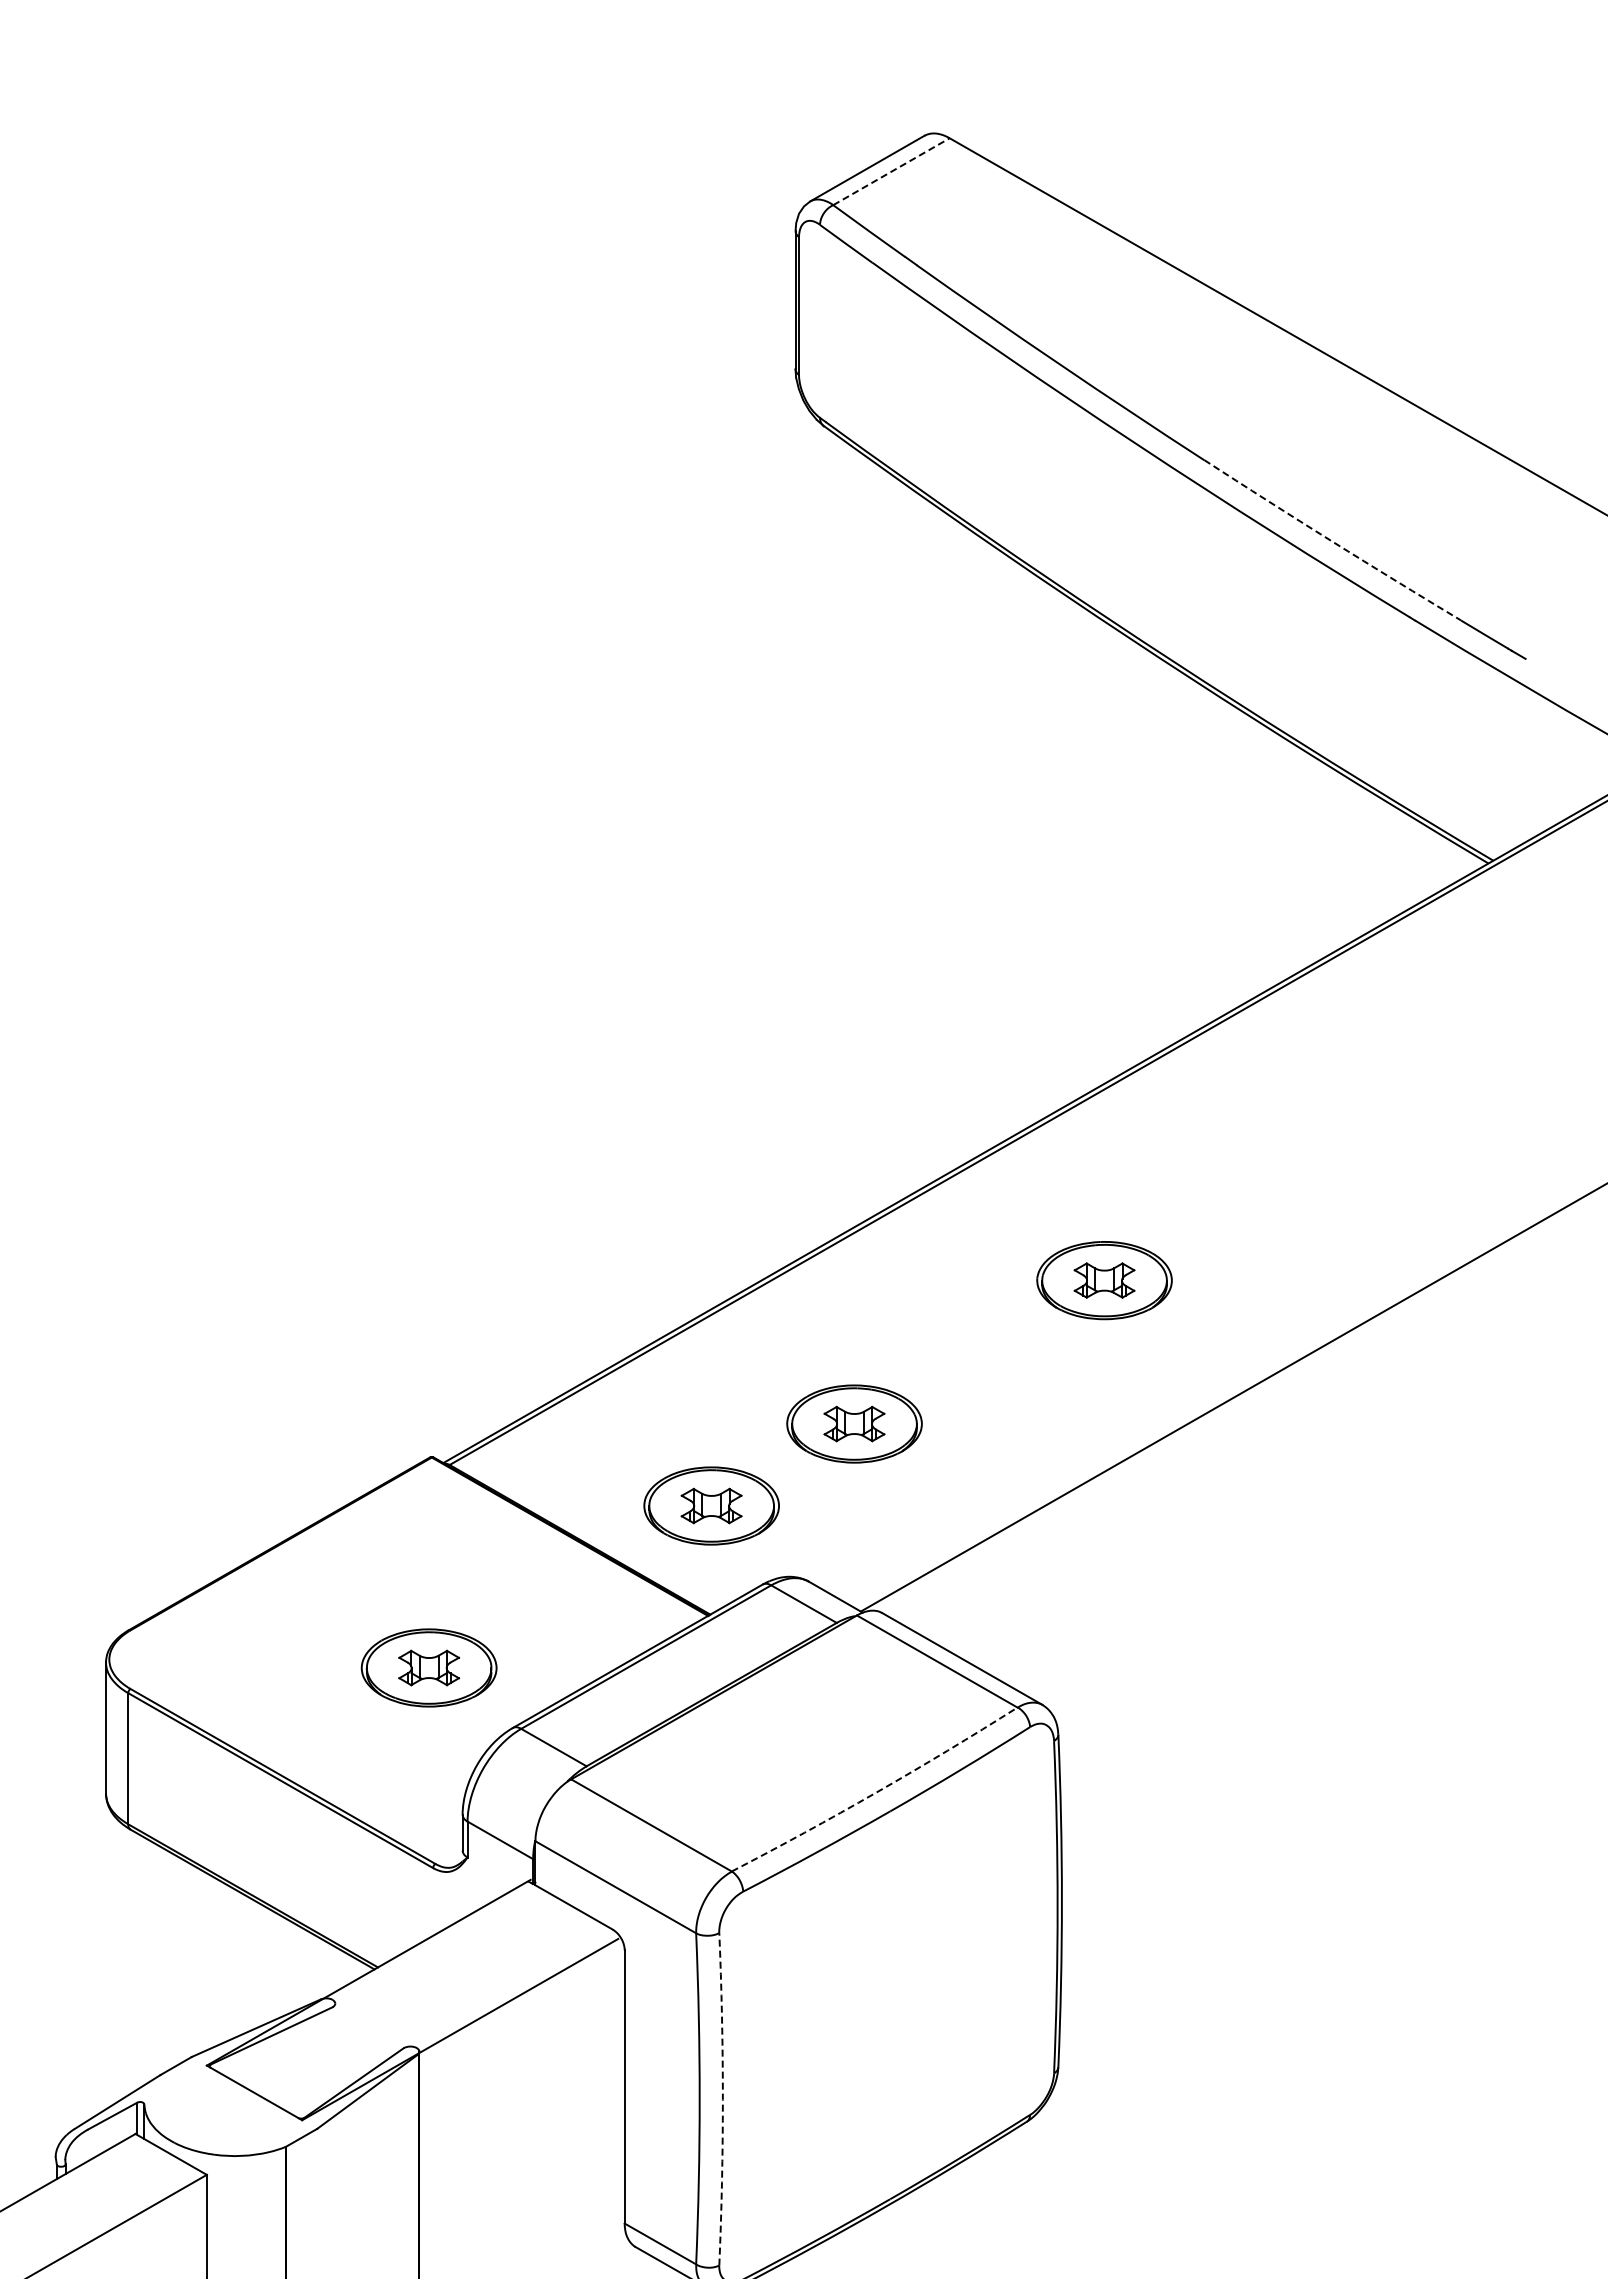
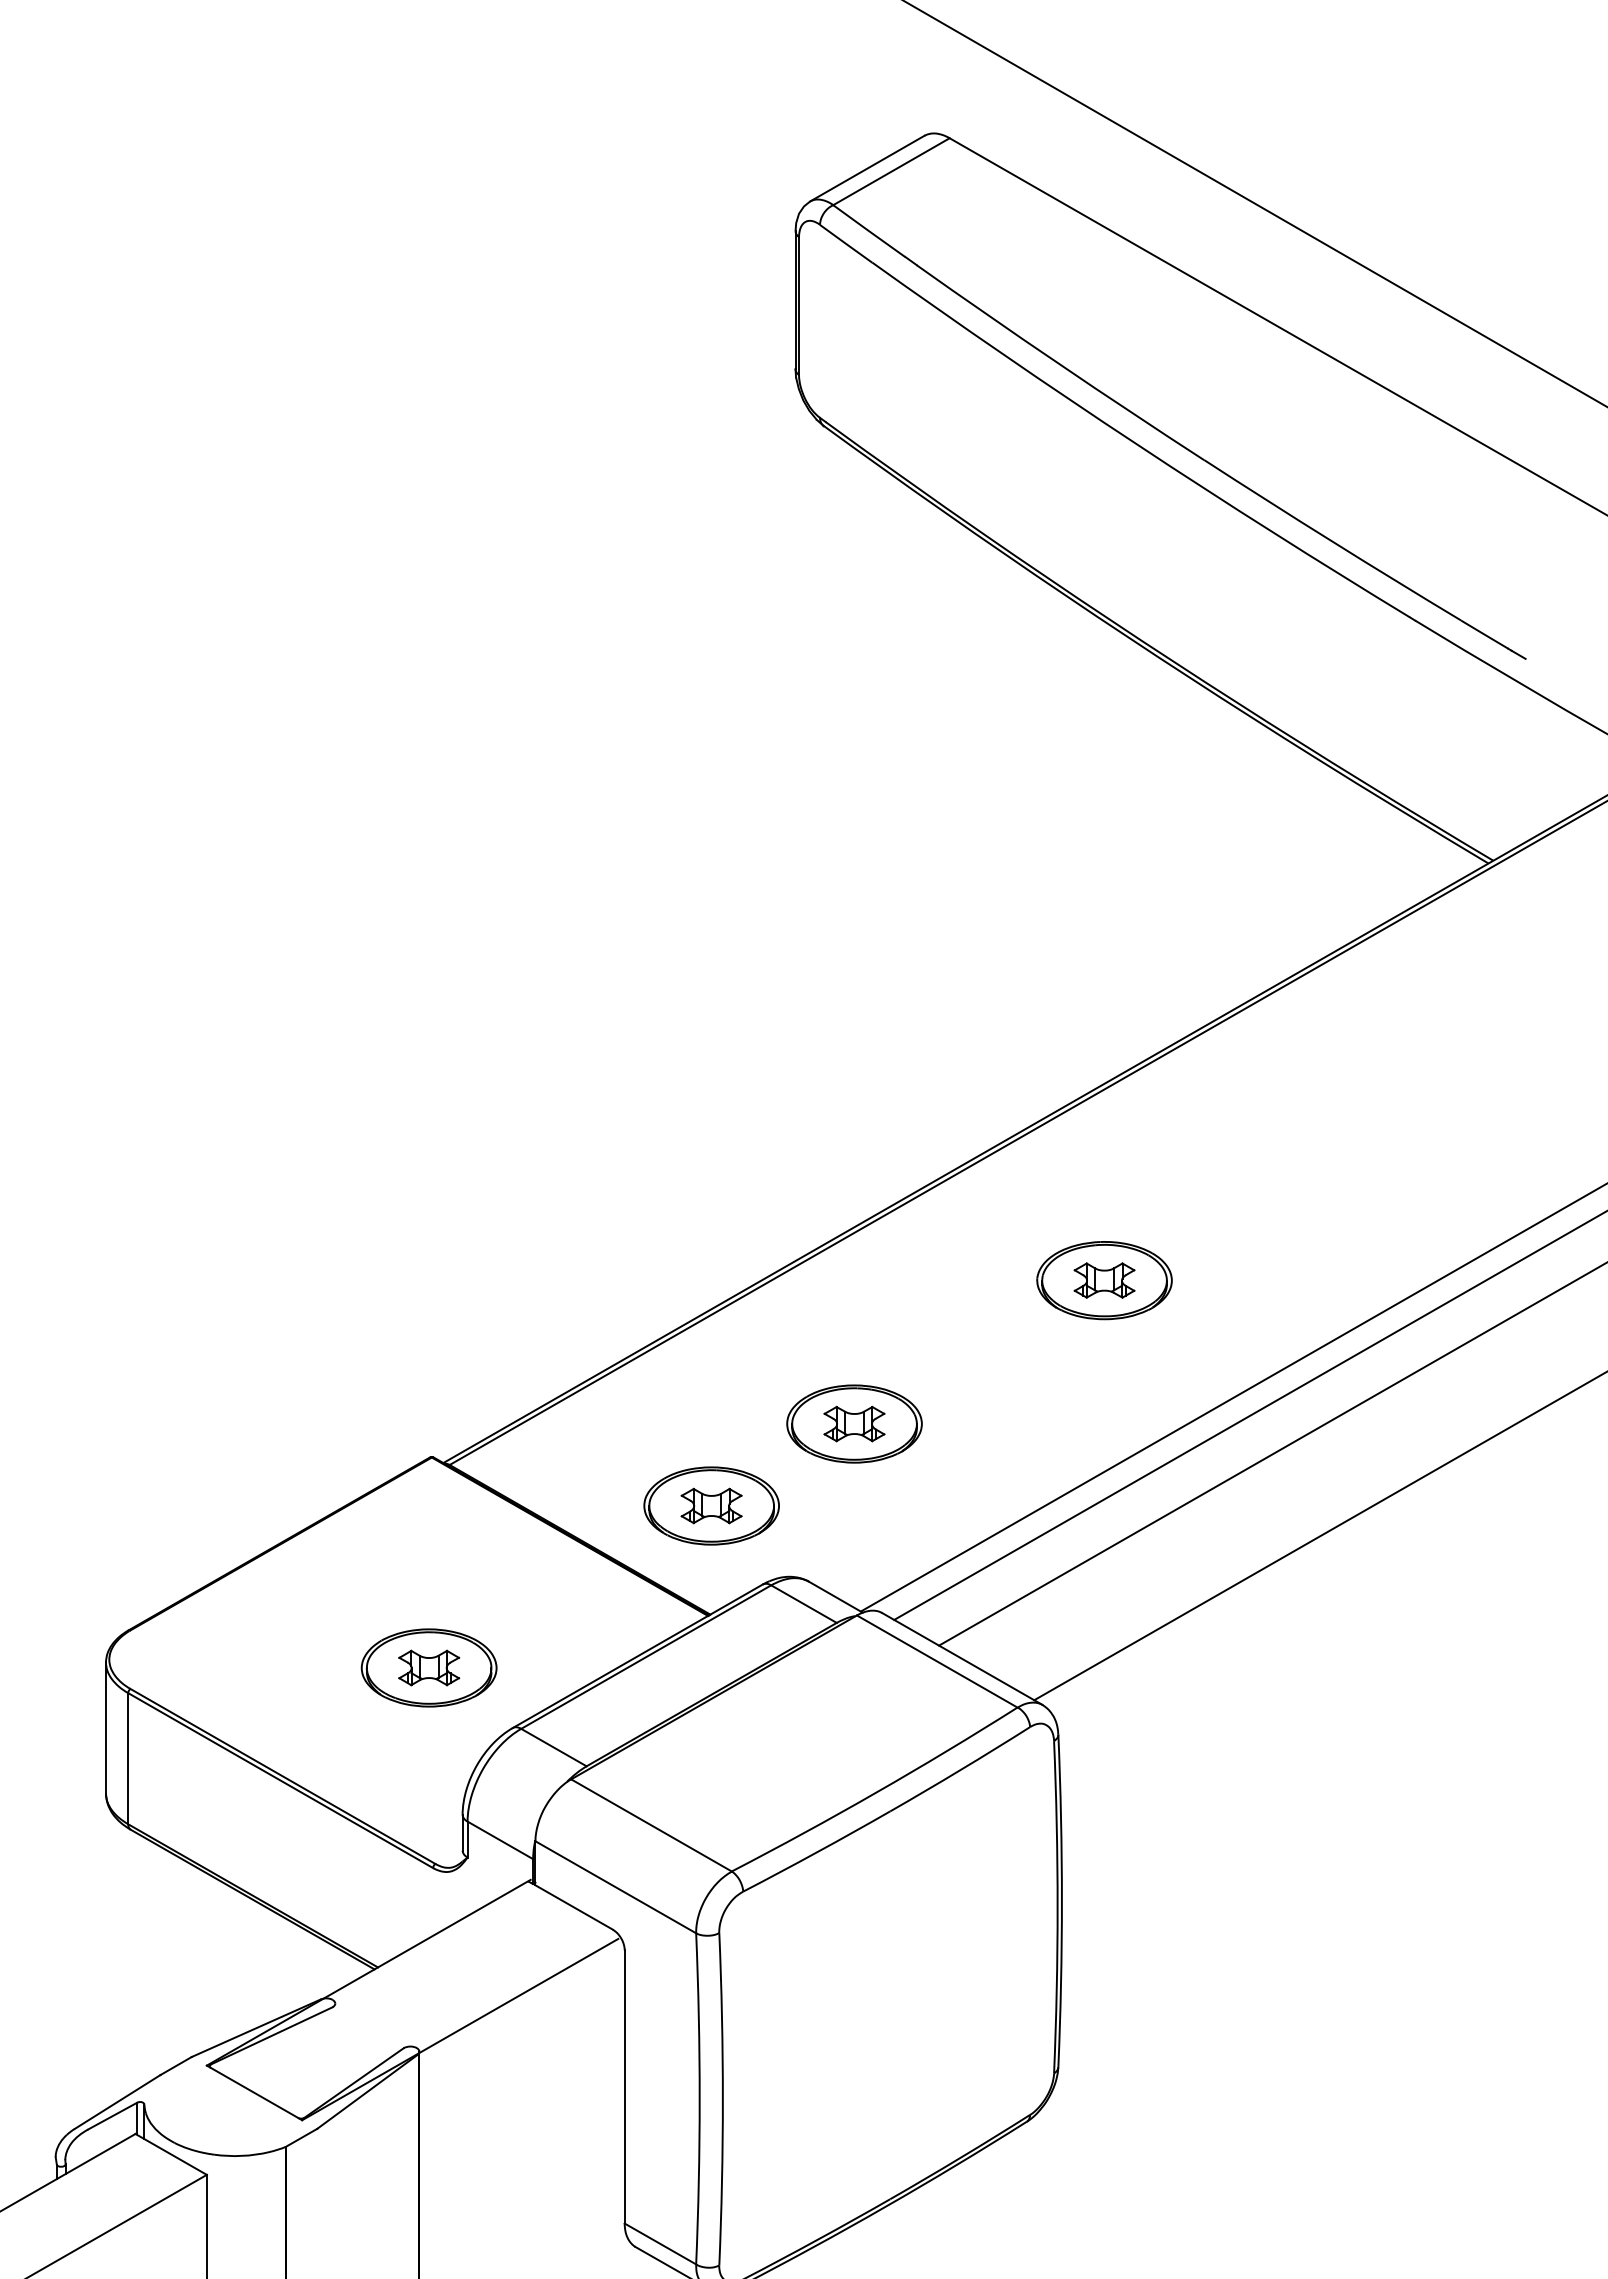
line at (891, 171): dashed -> solid
line at (1254, 203): none -> present
arc at (1331, 541): dashed -> solid
line at (1249, 1415): none -> present
line at (1271, 1454): none -> present
line at (1319, 1536): none -> present
arc at (876, 1792): dashed -> solid
arc at (722, 2099): dashed -> solid
